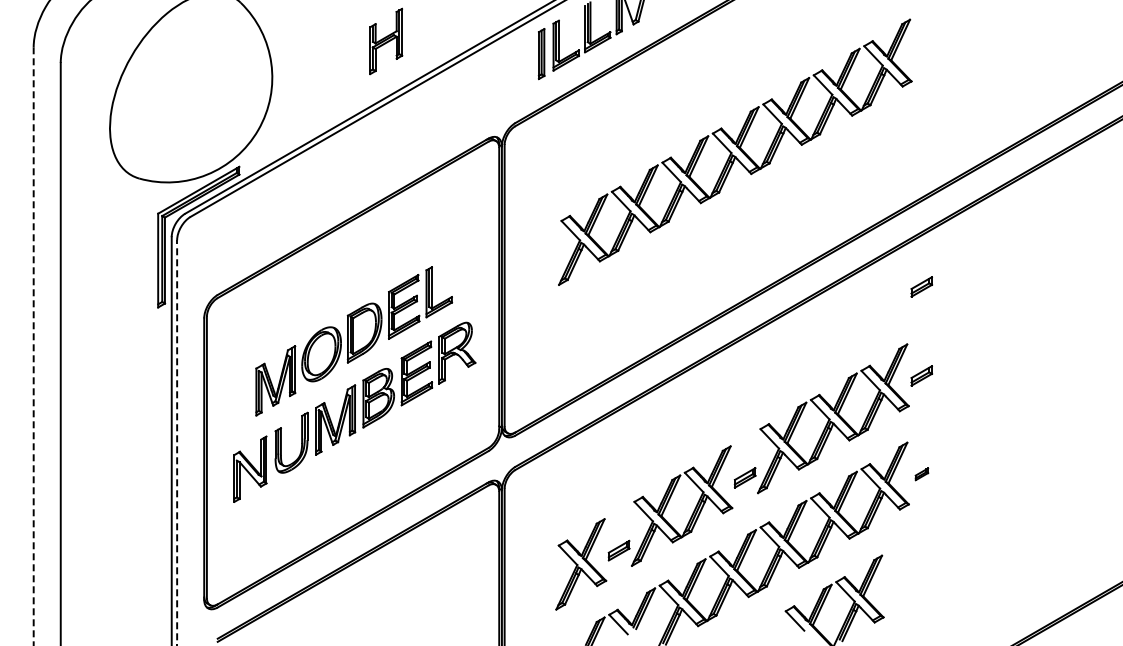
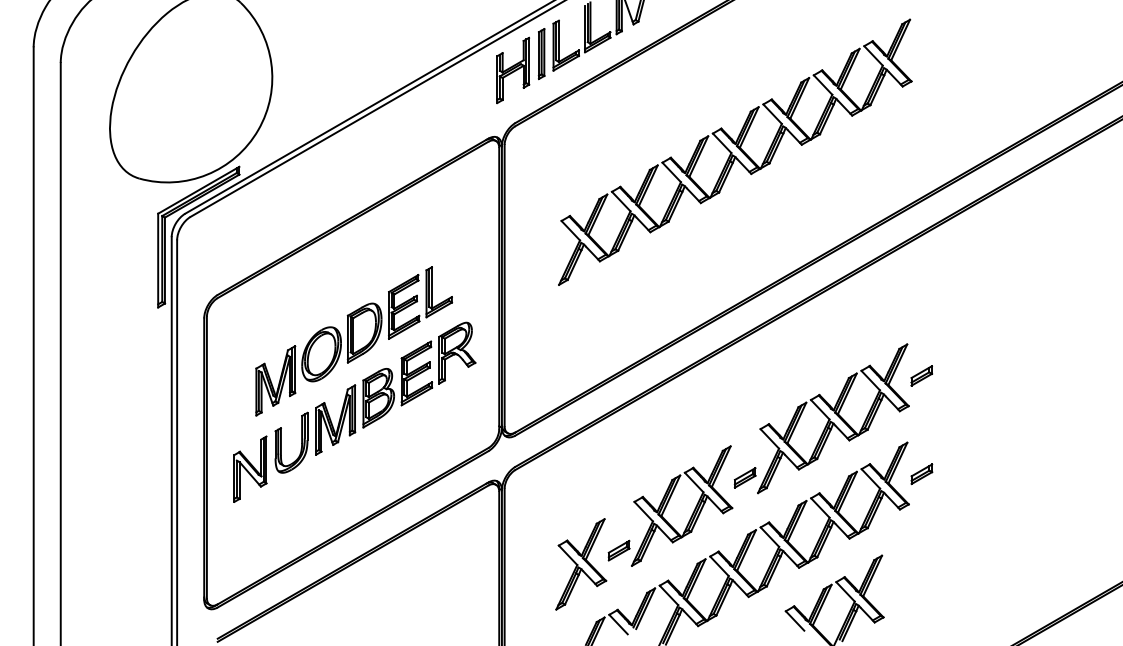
part at (386, 41) position: (386, 41) -> (513, 70)
part at (921, 286): present -> none
line at (33, 346): dashed -> solid
line at (177, 443): dashed -> solid
part at (921, 474) size: 16x15 px -> 24x23 px
